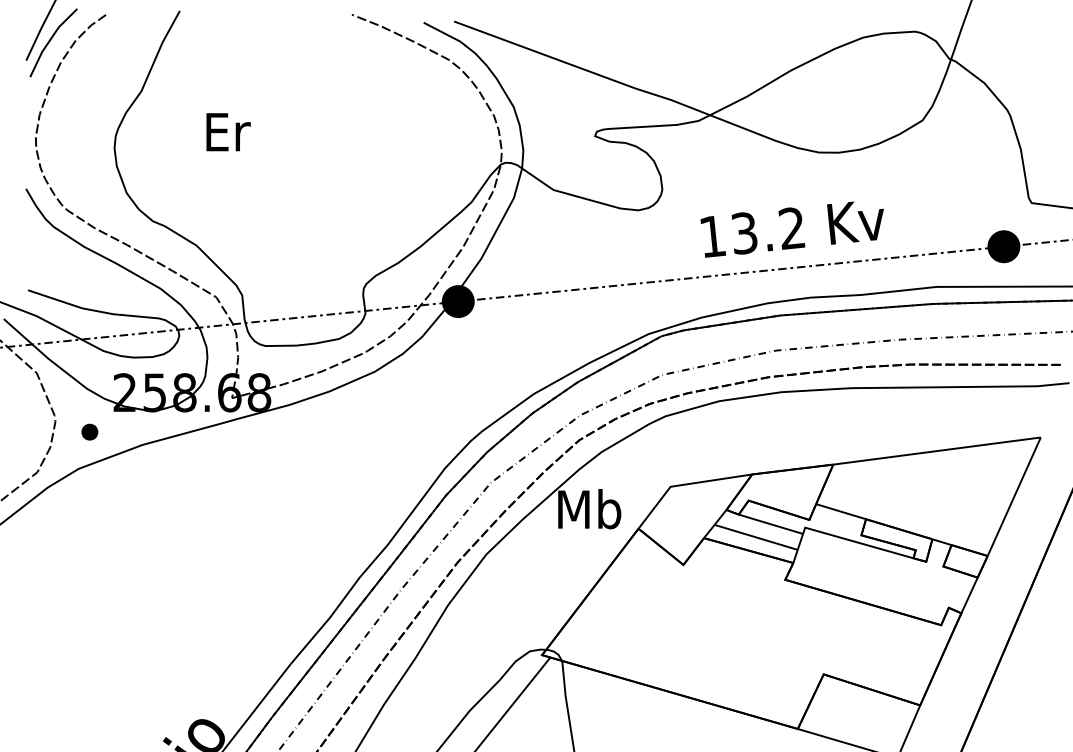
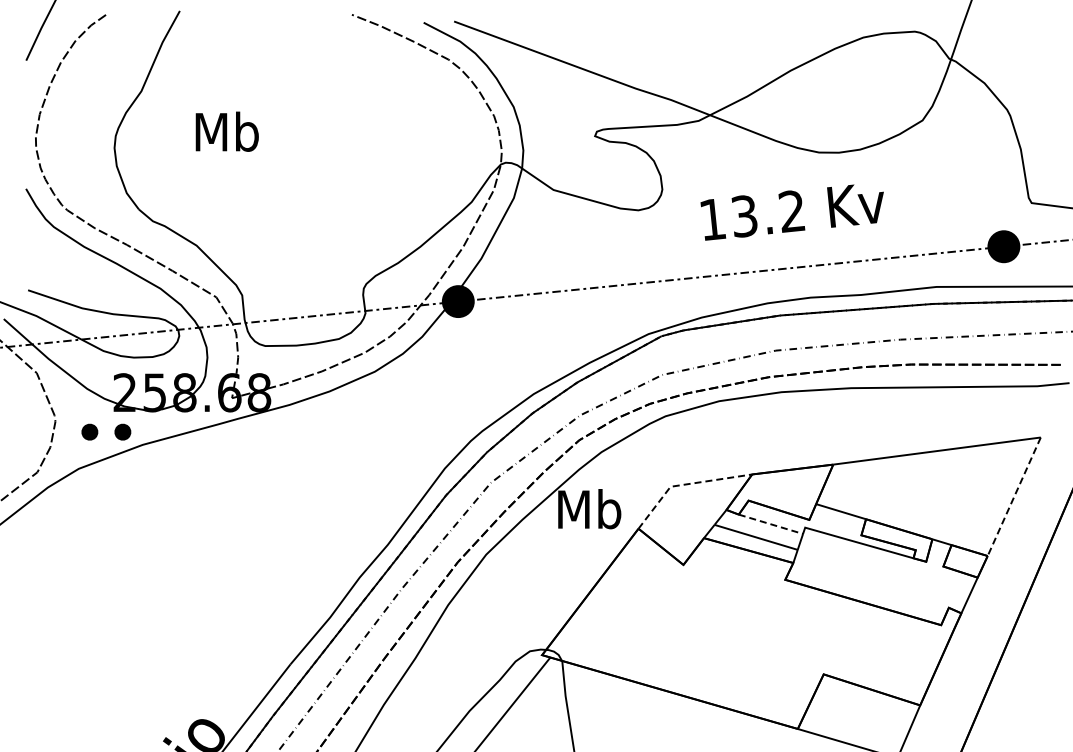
line at (51, 40): present -> none
text at (226, 131): Er -> Mb
text at (791, 229) position: (791, 229) -> (791, 212)
part at (122, 431): none -> present
line at (685, 484): solid -> dashed
line at (1014, 496): solid -> dashed
line at (770, 524): solid -> dashed
